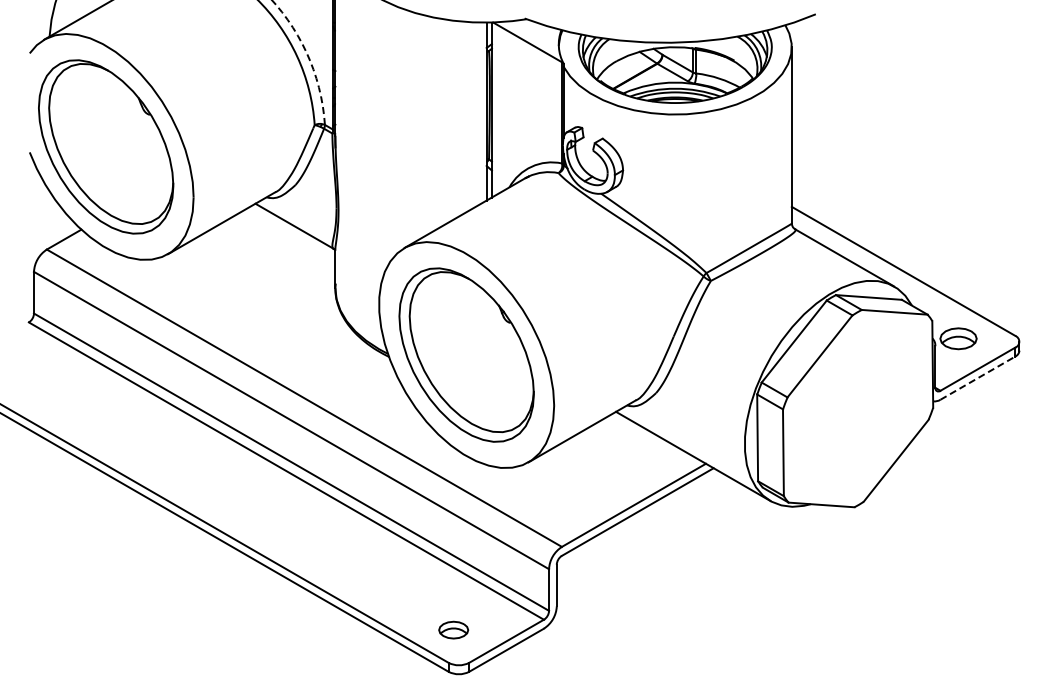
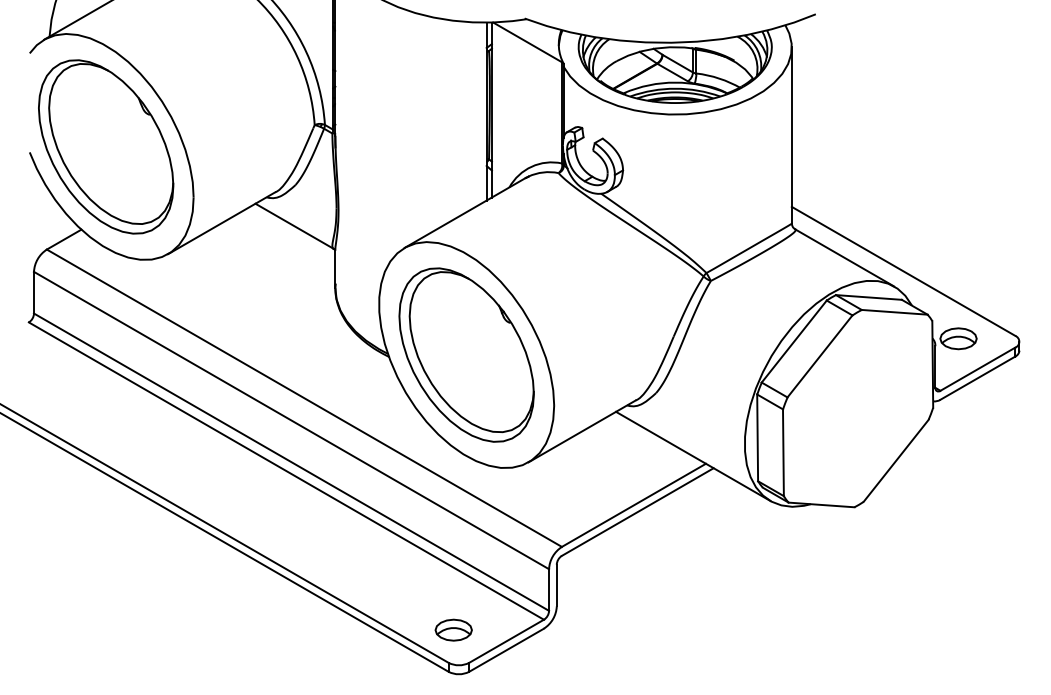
arc at (309, 58): dashed -> solid
line at (978, 377): dashed -> solid
part at (453, 629) size: 32x20 px -> 39x24 px
